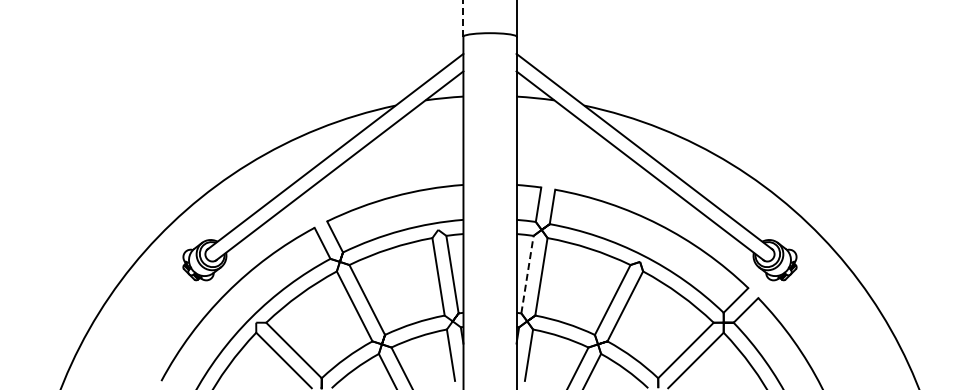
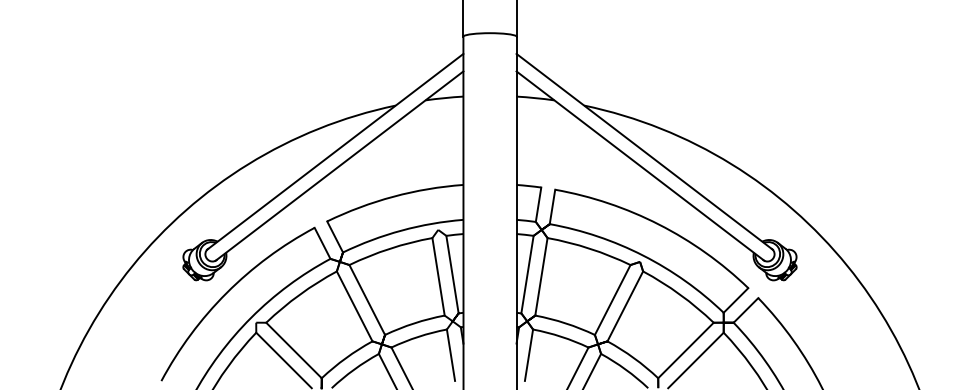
line at (463, 18): dashed -> solid
line at (527, 274): dashed -> solid
